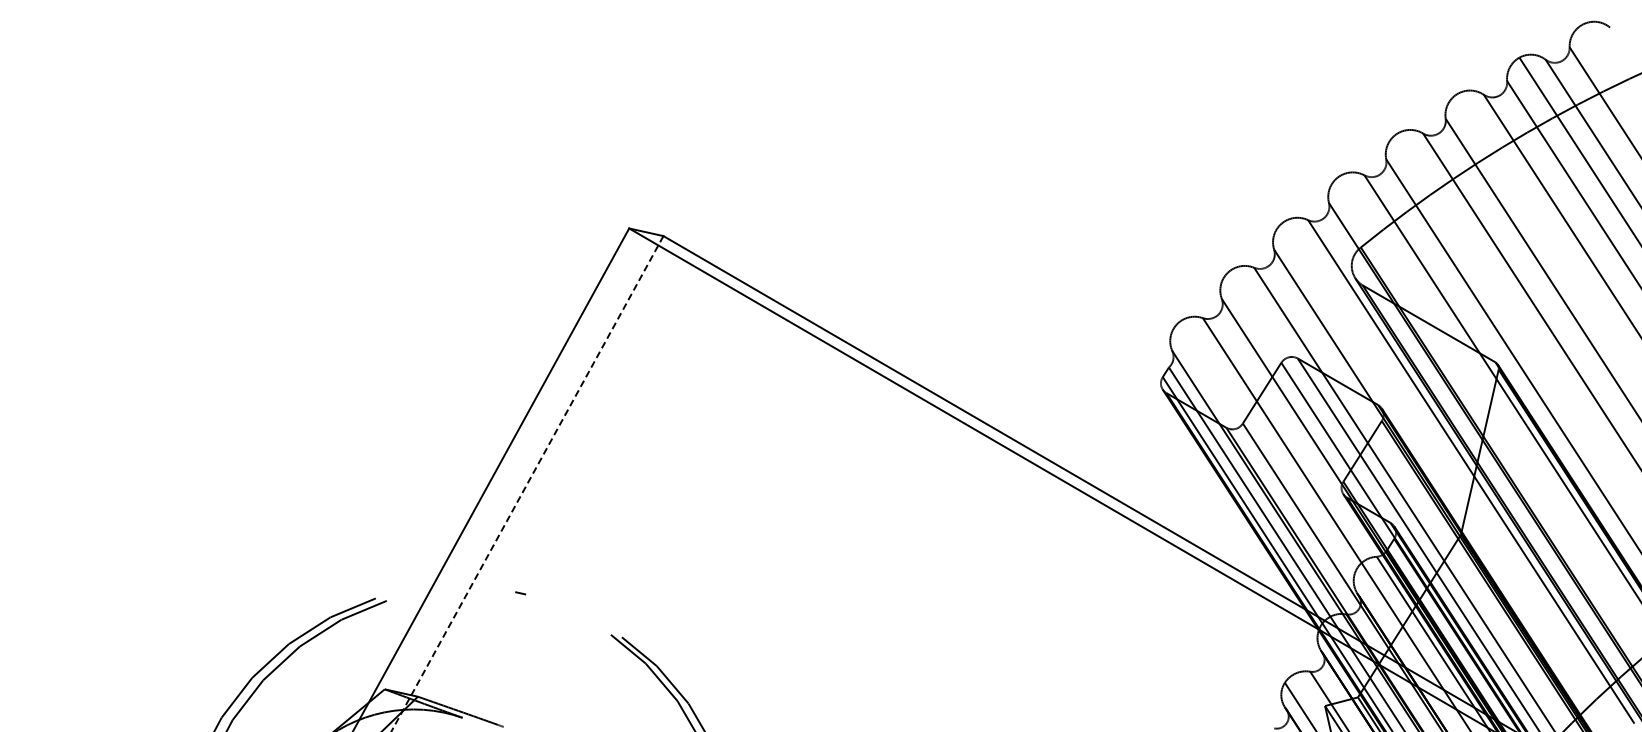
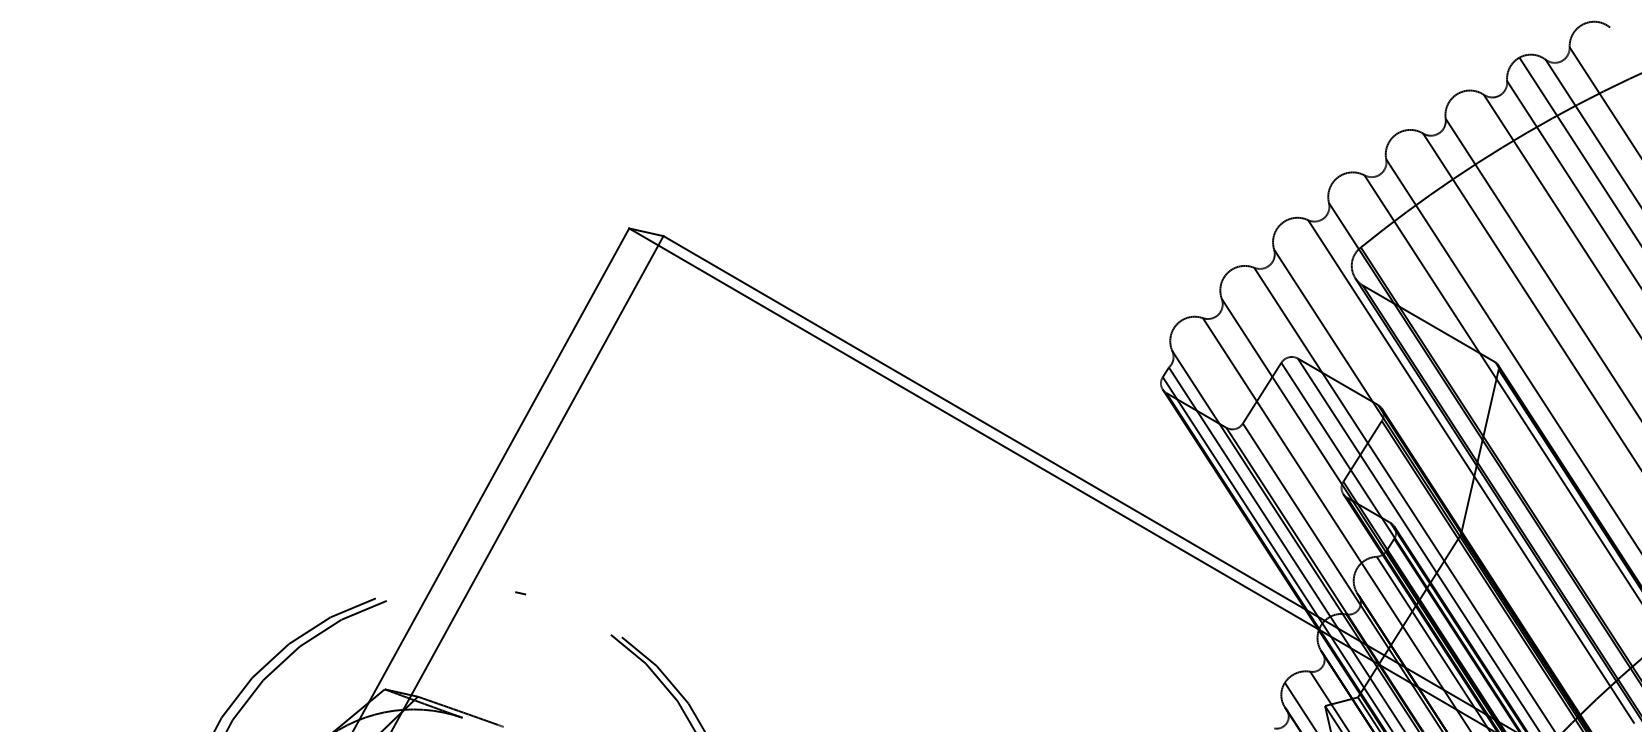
line at (527, 484): dashed -> solid
